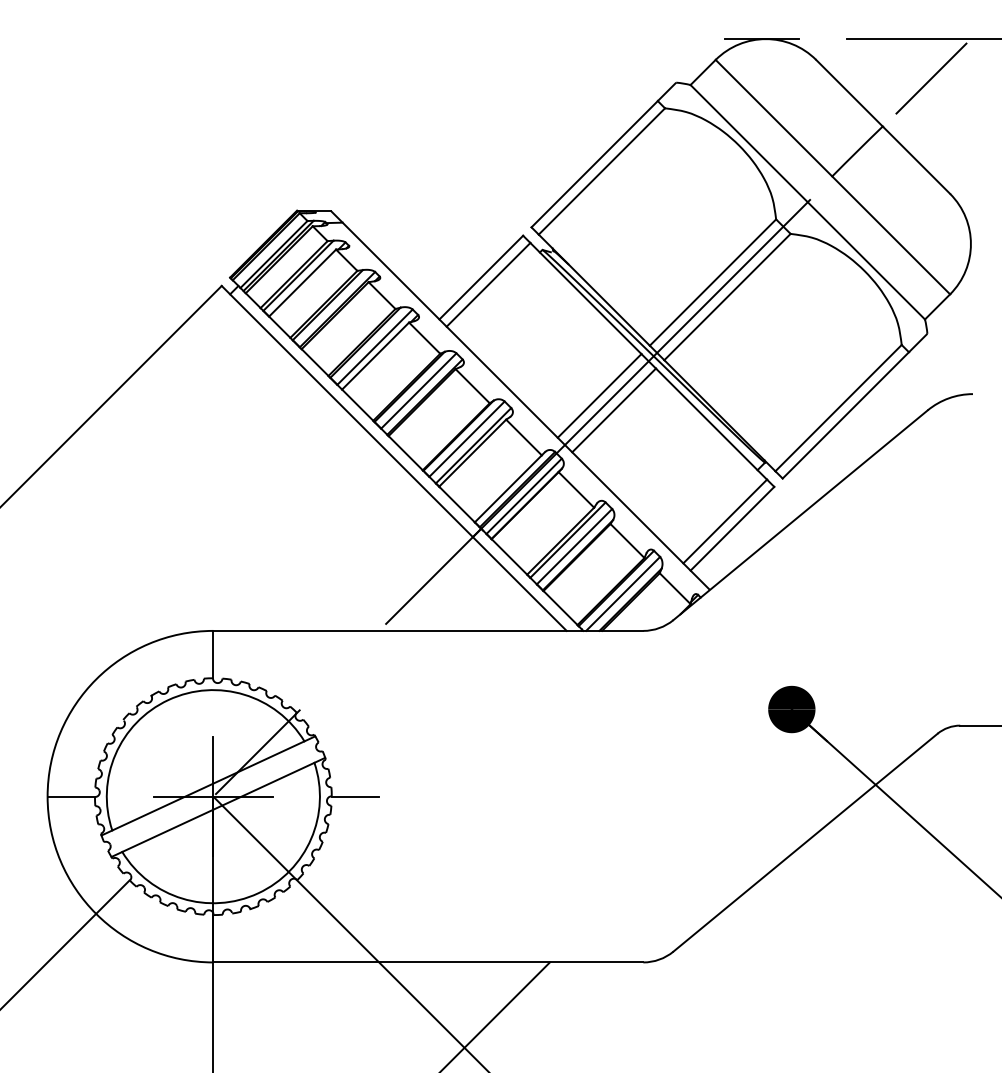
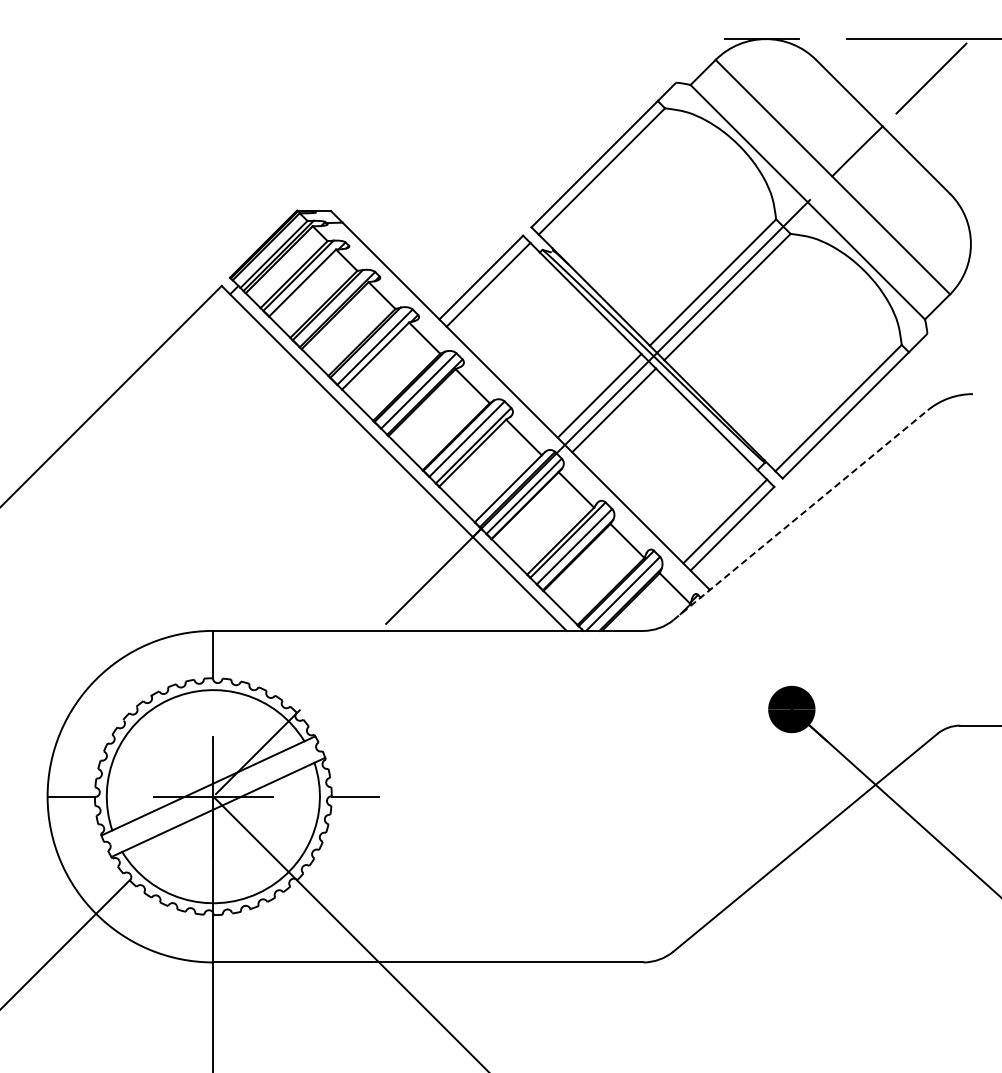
line at (800, 515): solid -> dashed
line at (496, 1015): present -> none
